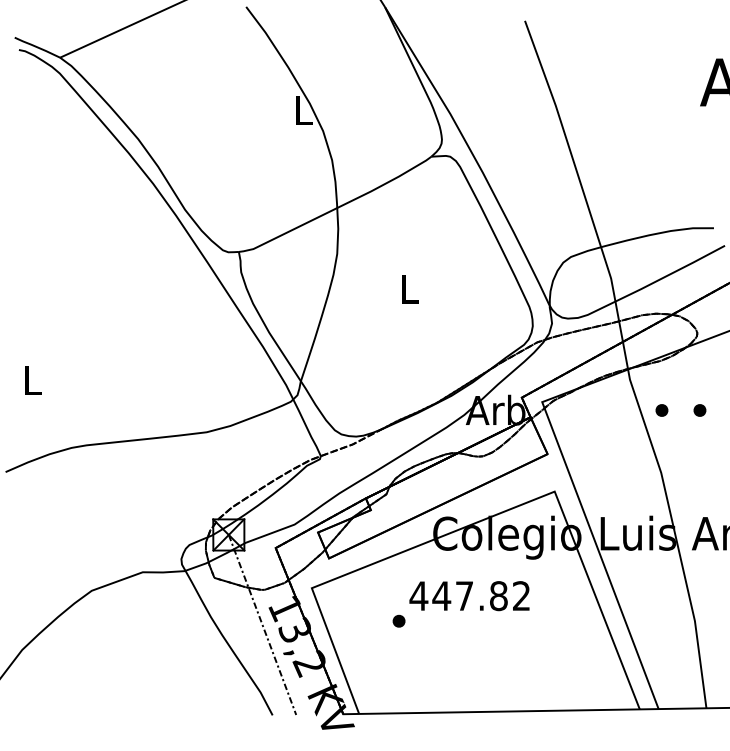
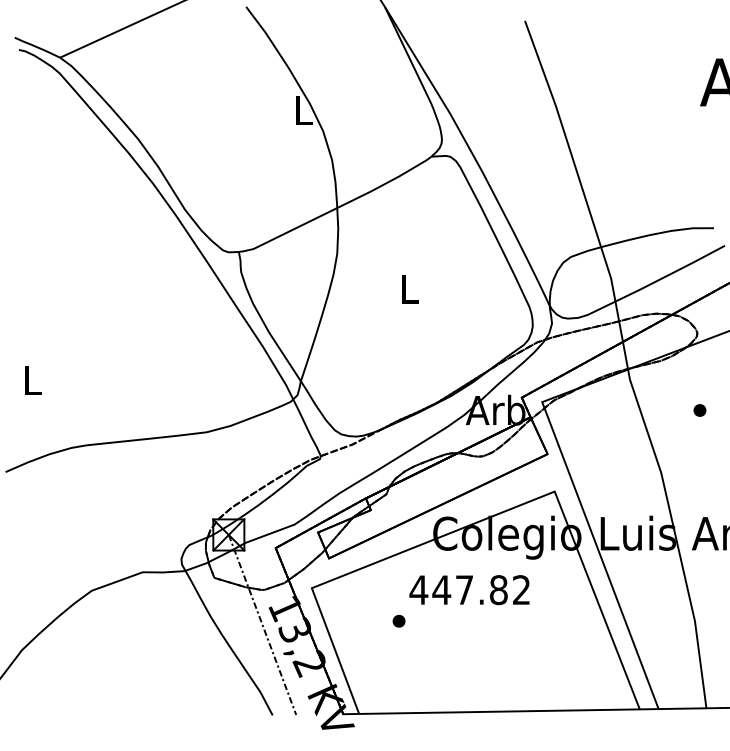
part at (661, 410): present -> none
text at (469, 596) position: (469, 596) -> (469, 590)
